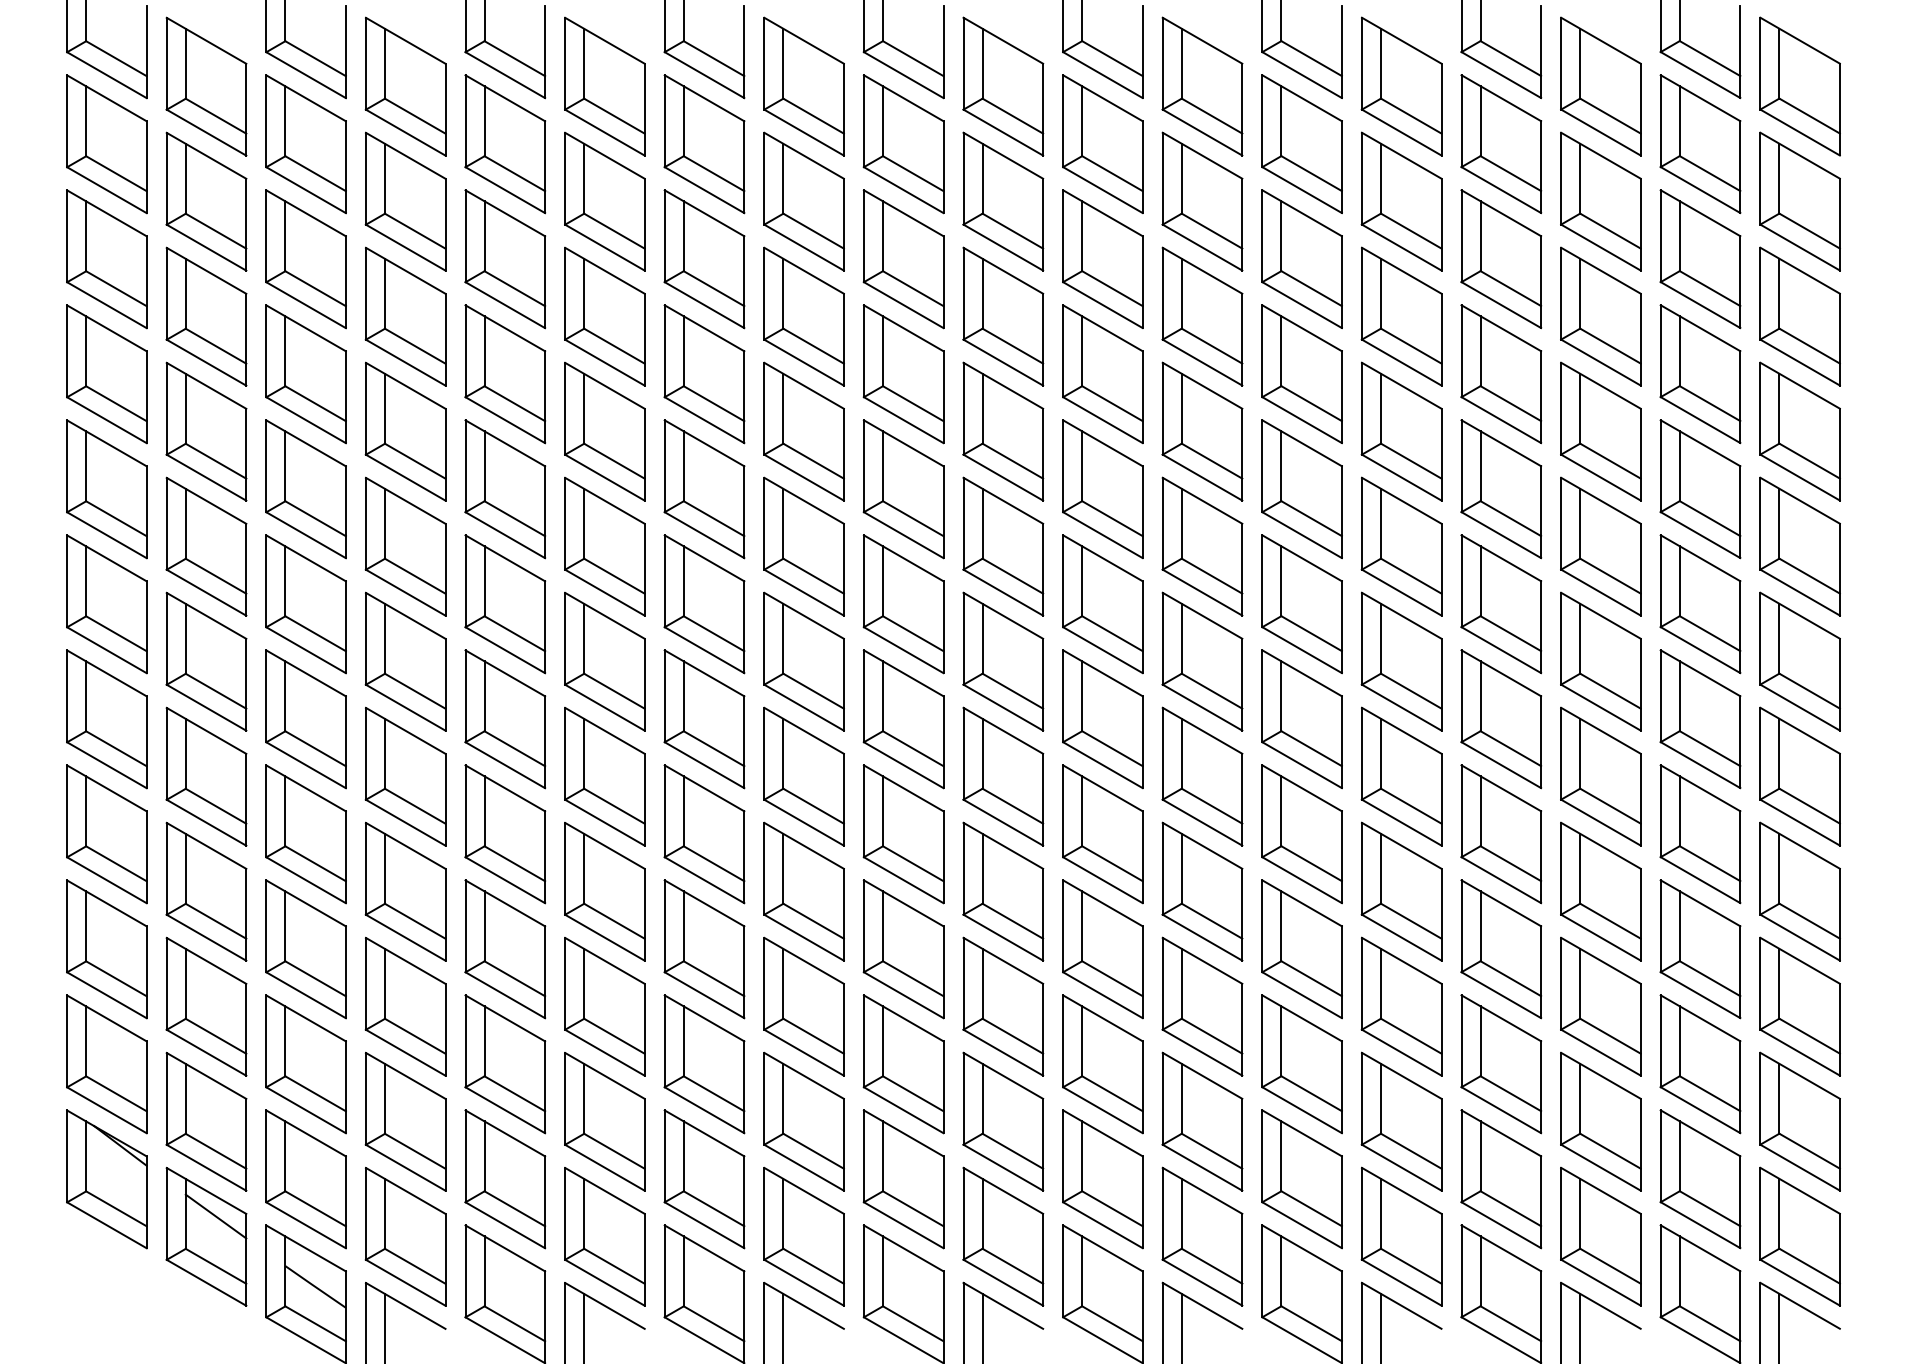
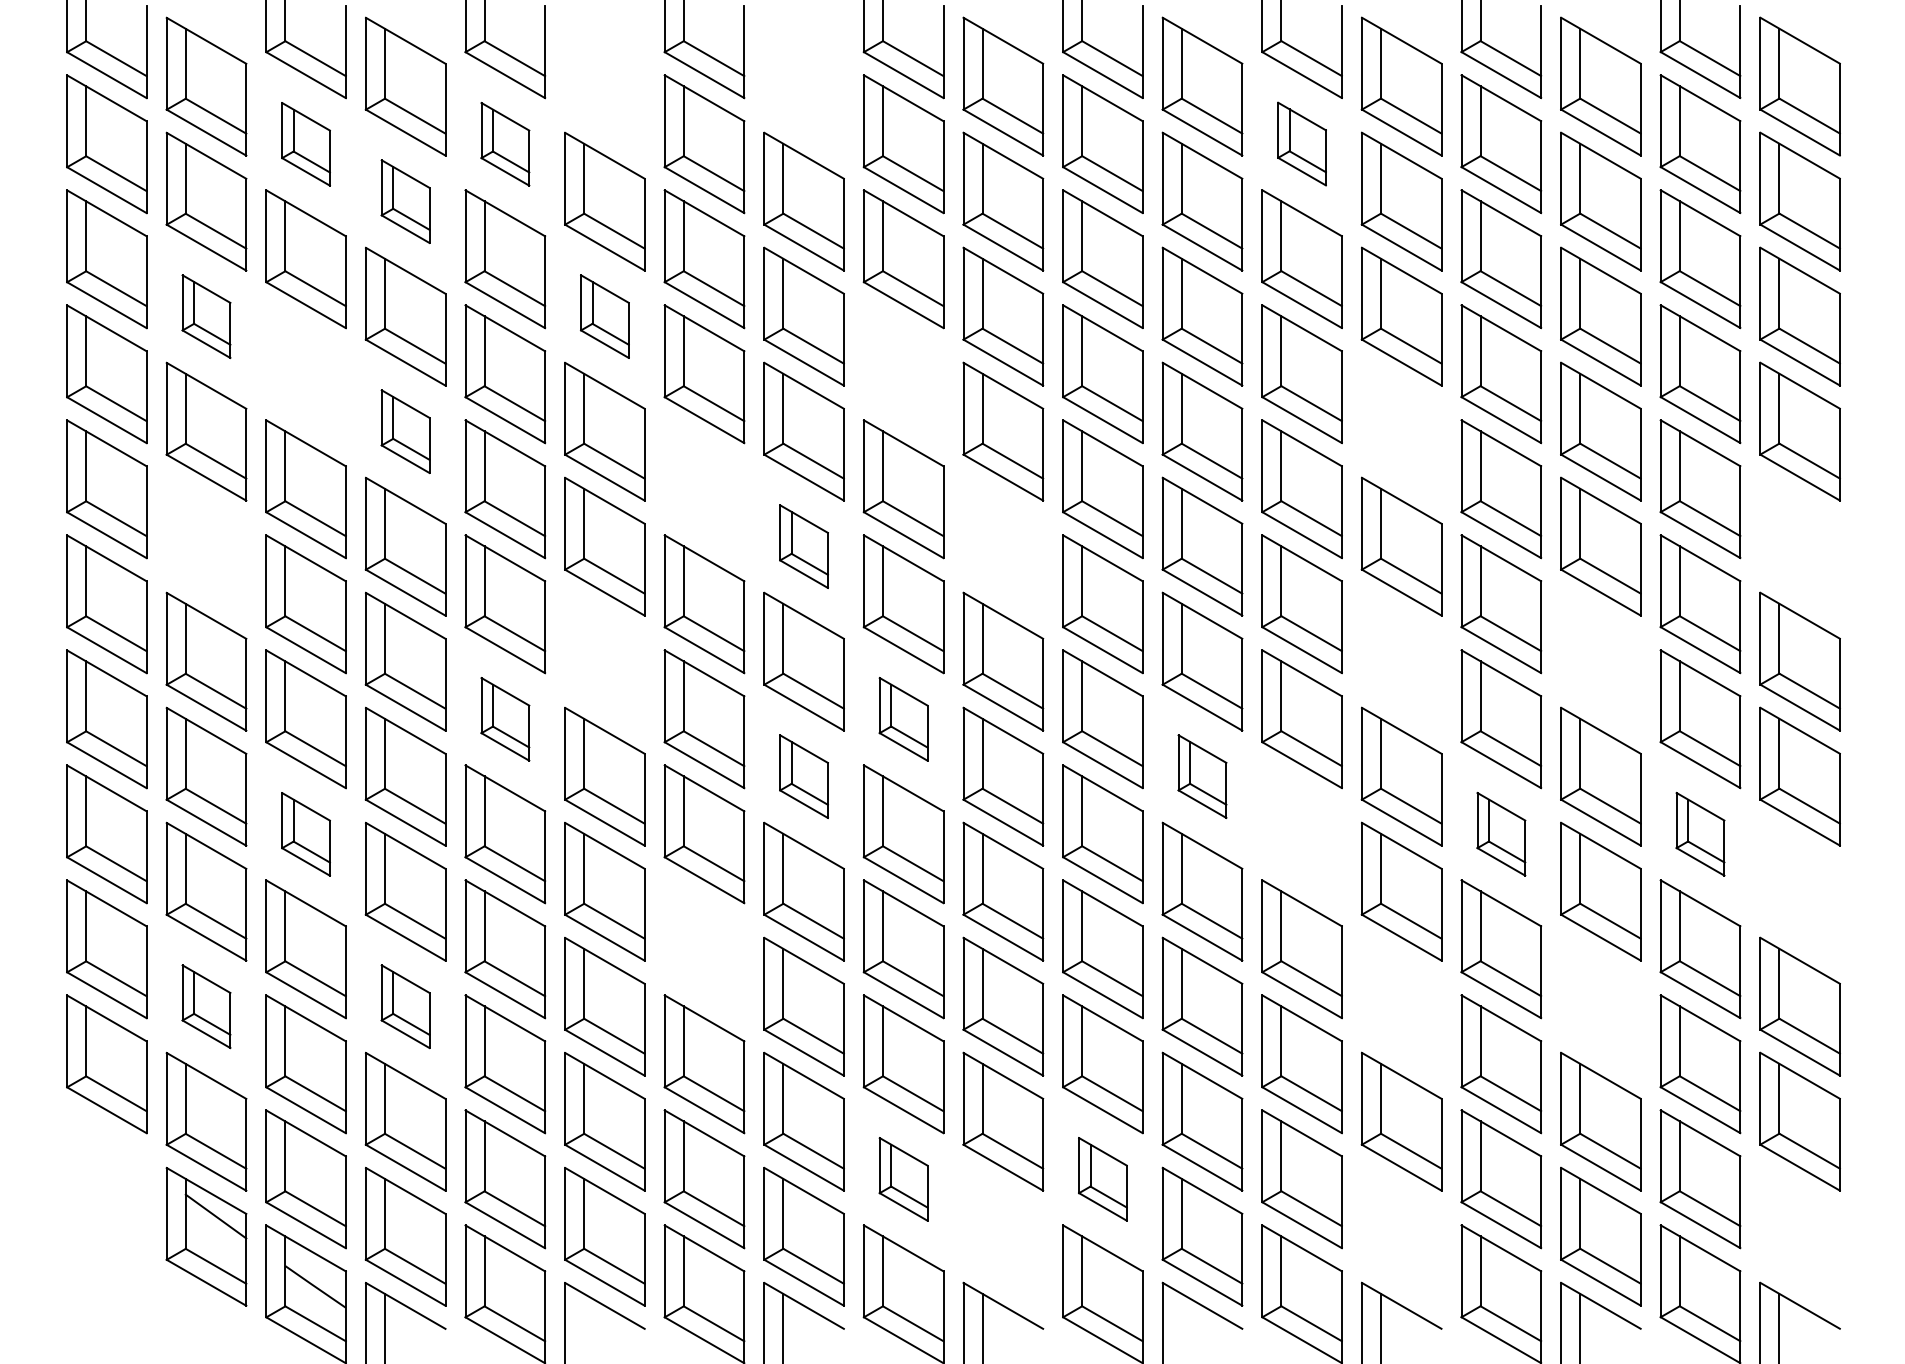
part at (604, 86): present -> none
part at (803, 86): present -> none
part at (1301, 143) size: 82x140 px -> 50x86 px
part at (305, 144) size: 82x141 px -> 50x85 px
part at (505, 144) size: 83x141 px -> 51x85 px
part at (405, 201) size: 83x141 px -> 51x85 px
part at (206, 316) size: 83x141 px -> 51x85 px
part at (604, 316) size: 82x141 px -> 50x85 px
part at (305, 374): present -> none
part at (903, 374): present -> none
part at (405, 431) size: 83x141 px -> 51x85 px
part at (1401, 431): present -> none
part at (704, 489): present -> none
part at (206, 546): present -> none
part at (803, 546) size: 82x141 px -> 50x85 px
part at (1003, 546): present -> none
part at (1799, 546): present -> none
part at (604, 661): present -> none
part at (1401, 661): present -> none
part at (1600, 661): present -> none
part at (505, 719) size: 83x141 px -> 51x85 px
part at (903, 719) size: 83x141 px -> 51x85 px
part at (803, 776) size: 82x141 px -> 50x85 px
part at (1202, 776) size: 83x141 px -> 51x85 px
part at (305, 834) size: 82x141 px -> 50x85 px
part at (1301, 834): present -> none
part at (1501, 834) size: 83x141 px -> 51x85 px
part at (1700, 834) size: 83x141 px -> 51x86 px
part at (1799, 891): present -> none
part at (704, 949): present -> none
part at (206, 1006) size: 83x141 px -> 51x86 px
part at (405, 1006) size: 83x141 px -> 51x86 px
part at (1401, 1006): present -> none
part at (1600, 1006): present -> none
part at (106, 1179): present -> none
part at (903, 1179) size: 83x141 px -> 51x85 px
part at (1102, 1179) size: 82x141 px -> 50x85 px
part at (1003, 1236): present -> none
part at (1401, 1236): present -> none
part at (1799, 1236): present -> none
line at (584, 1326): present -> none
line at (1181, 1326): present -> none
